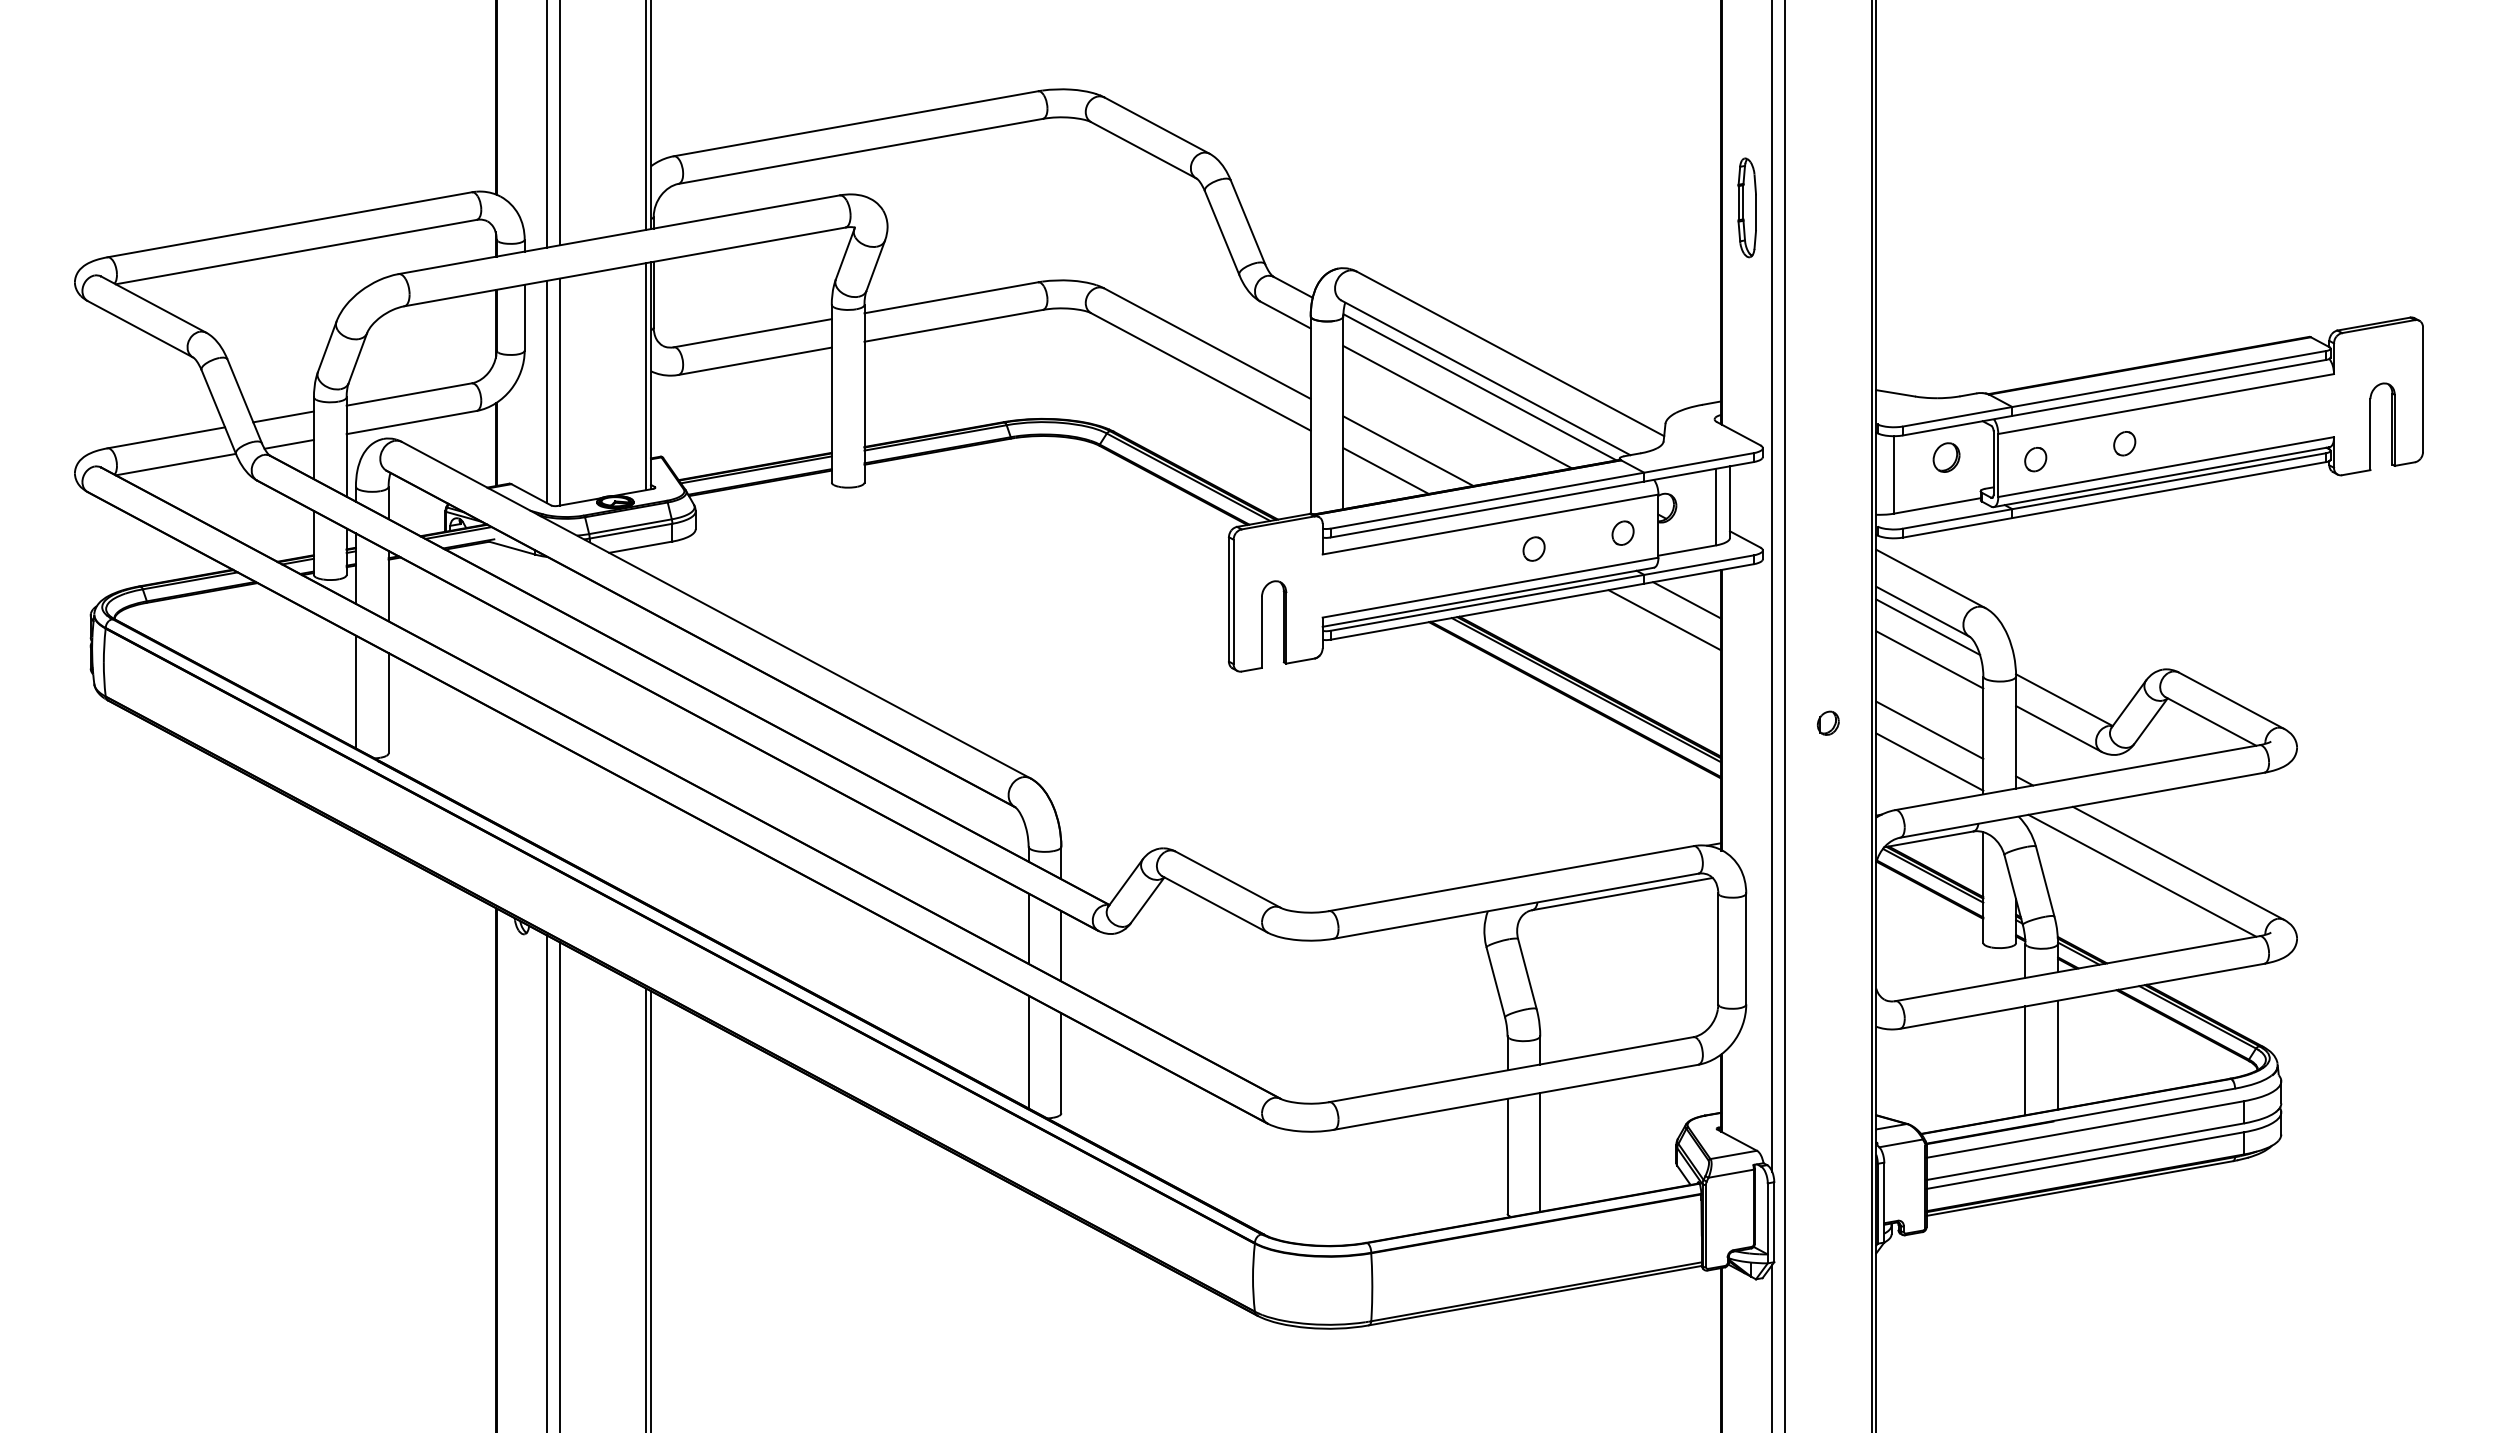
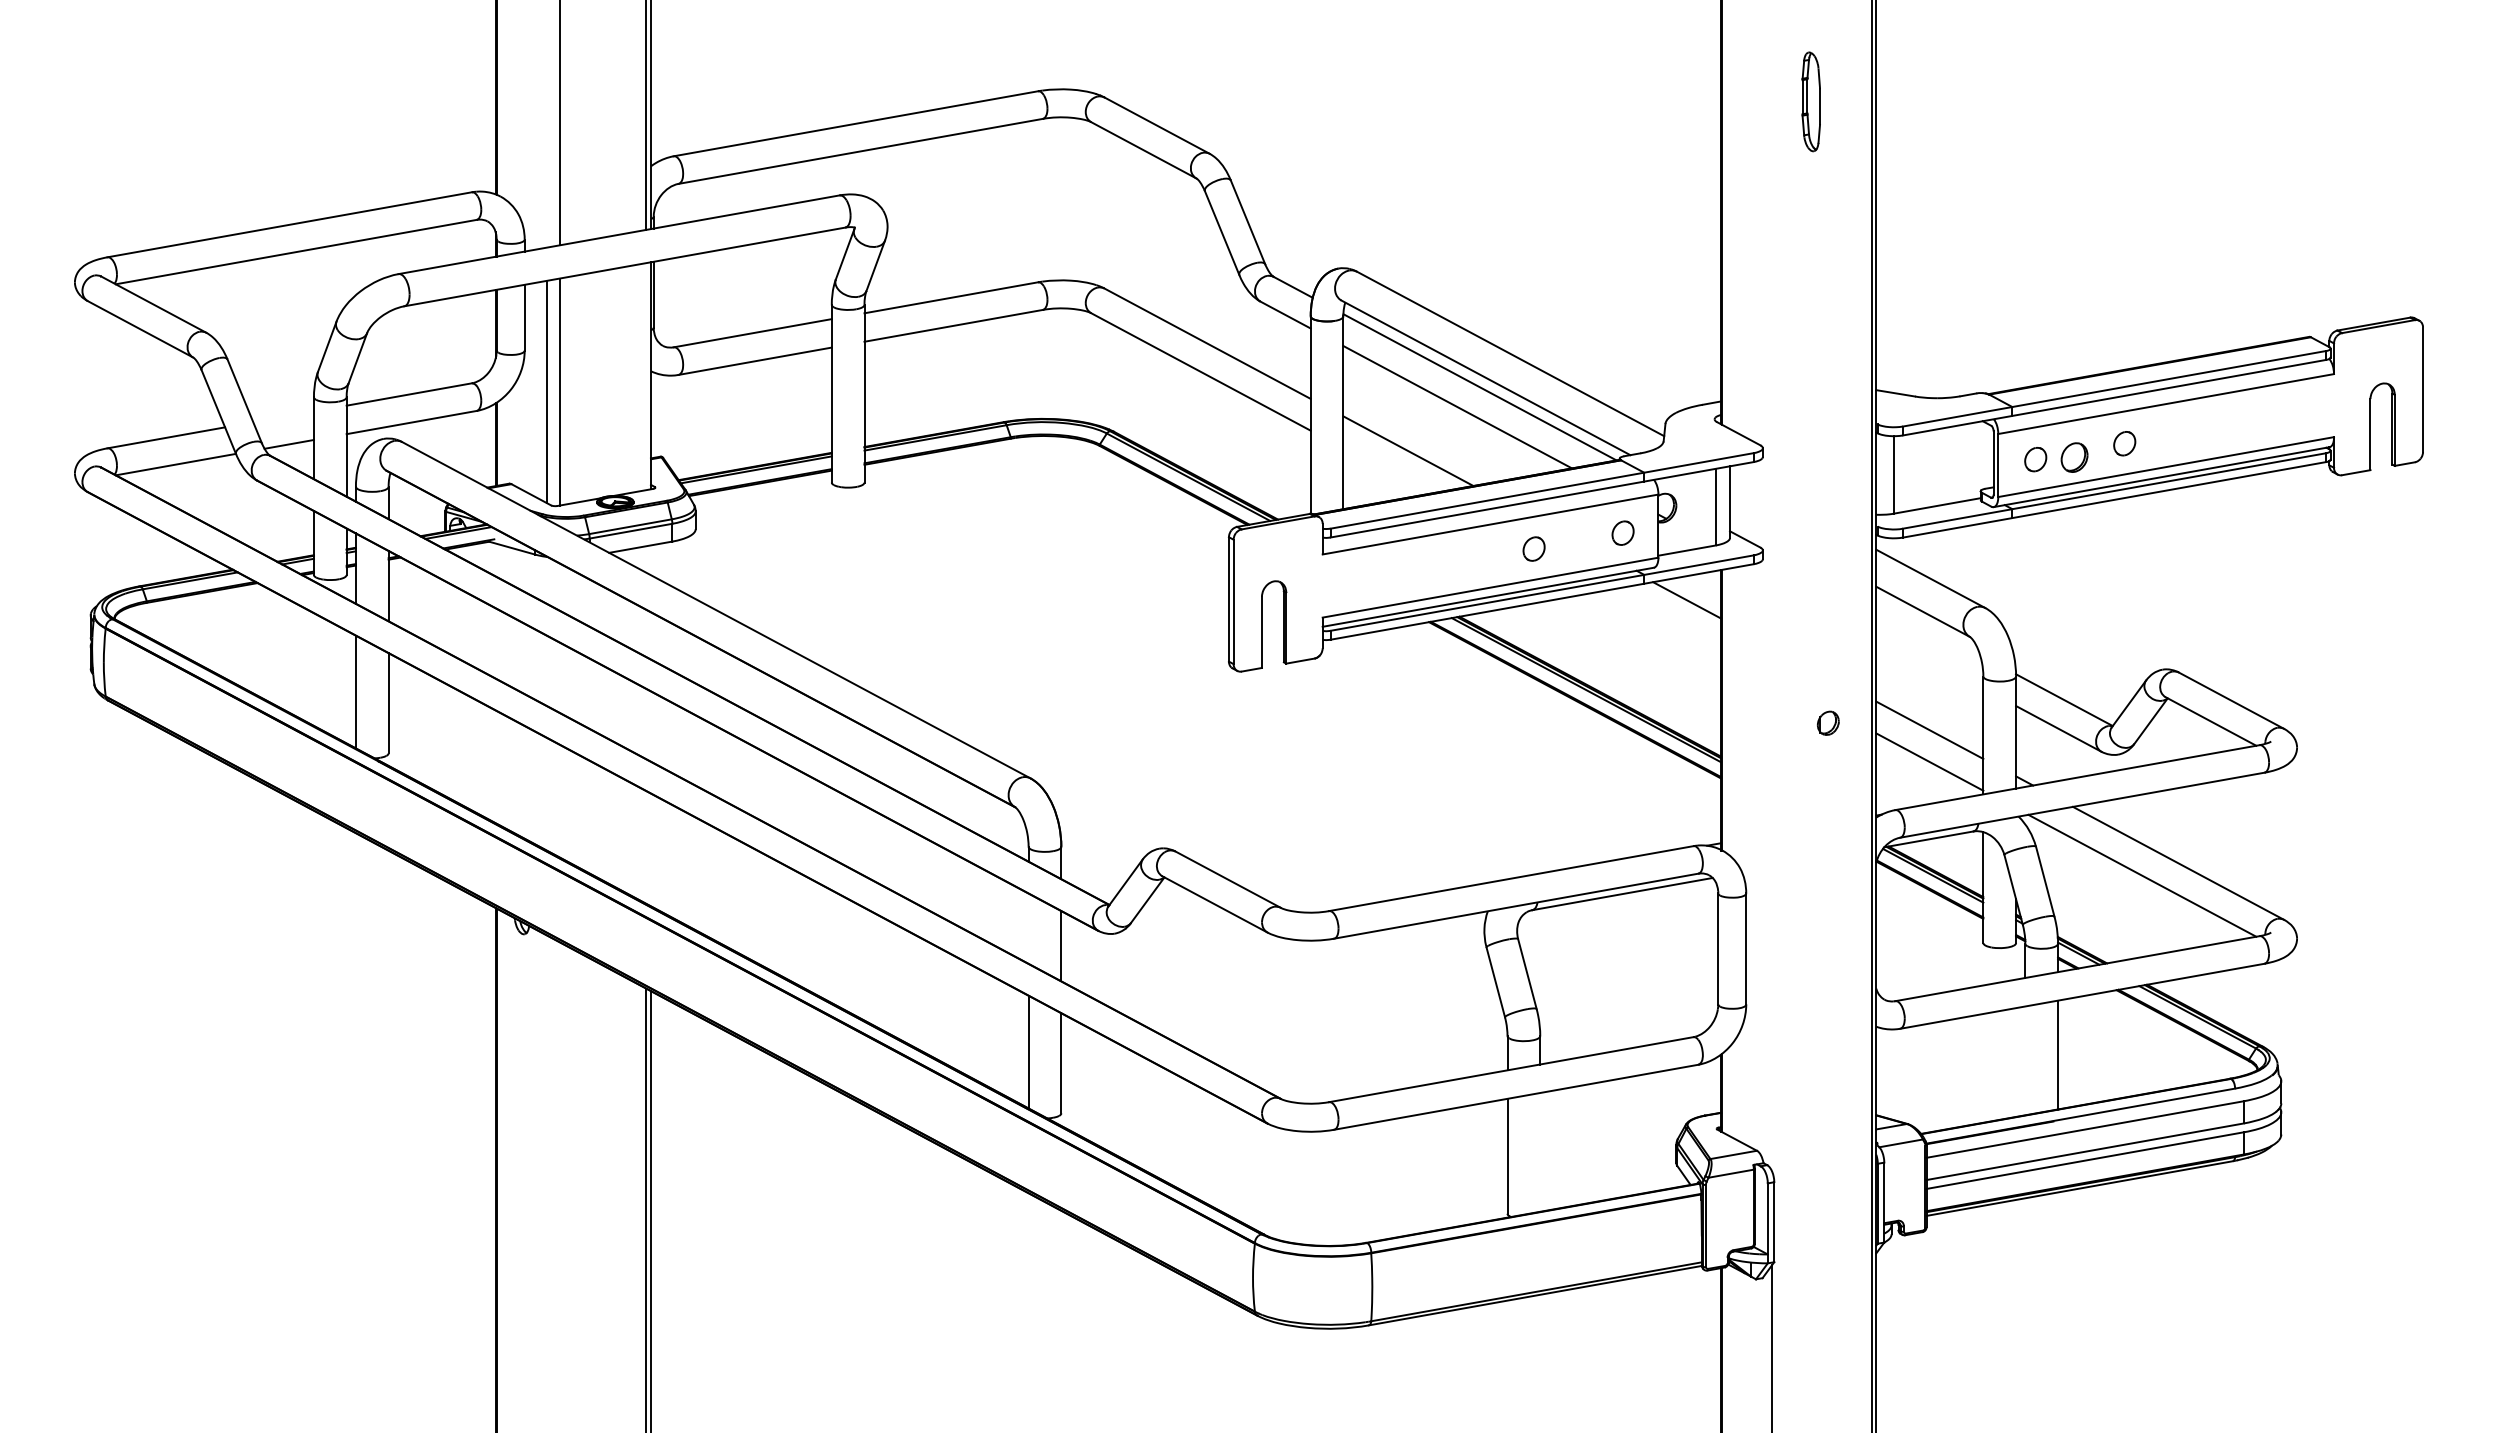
line at (546, 124): present -> none
part at (1746, 207) position: (1746, 207) -> (1810, 101)
line at (646, 376): present -> none
line at (283, 416): present -> none
part at (1946, 457) position: (1946, 457) -> (2074, 457)
line at (1385, 471): present -> none
line at (1772, 587): present -> none
line at (1664, 620): present -> none
line at (1928, 627): present -> none
line at (1929, 659): present -> none
line at (1785, 715): present -> none
line at (1028, 928): present -> none
line at (2025, 1060): present -> none
line at (1540, 1151): present -> none
line at (546, 1182): present -> none
line at (559, 1185): present -> none
